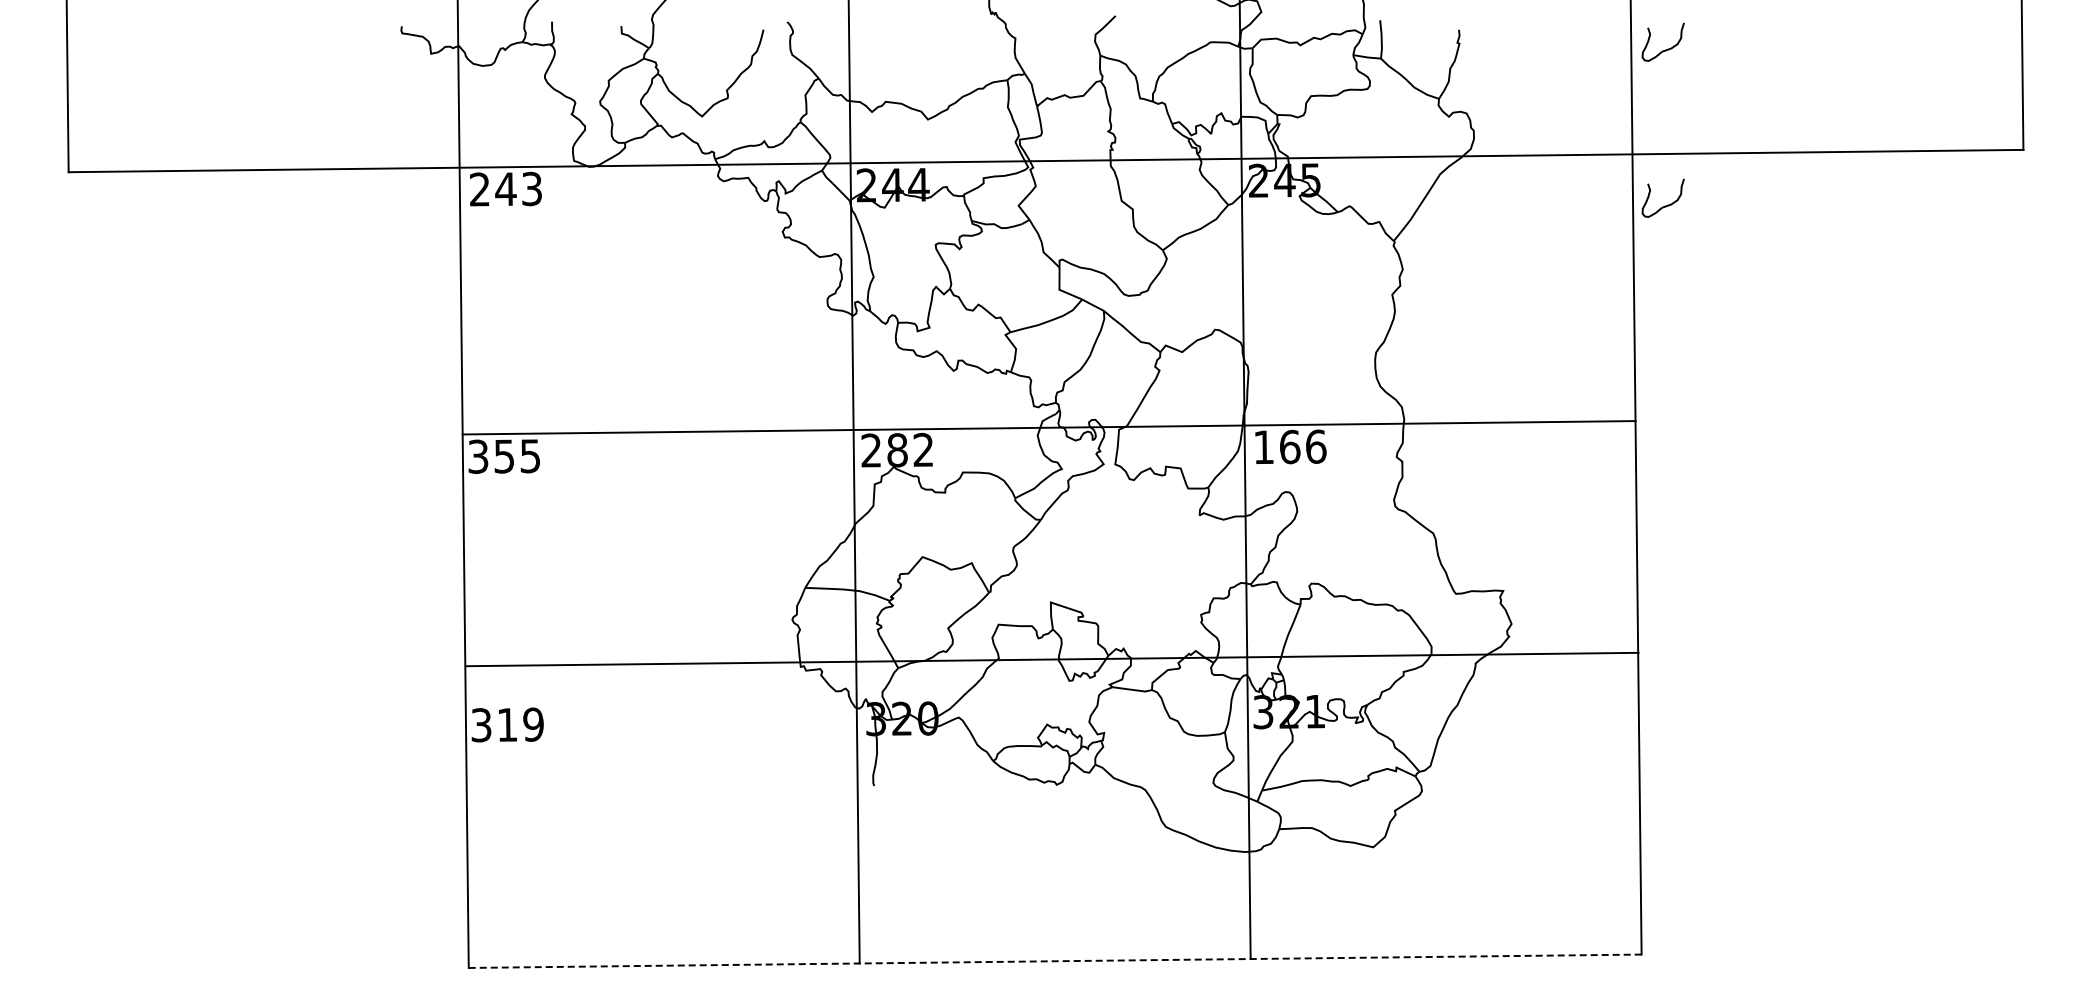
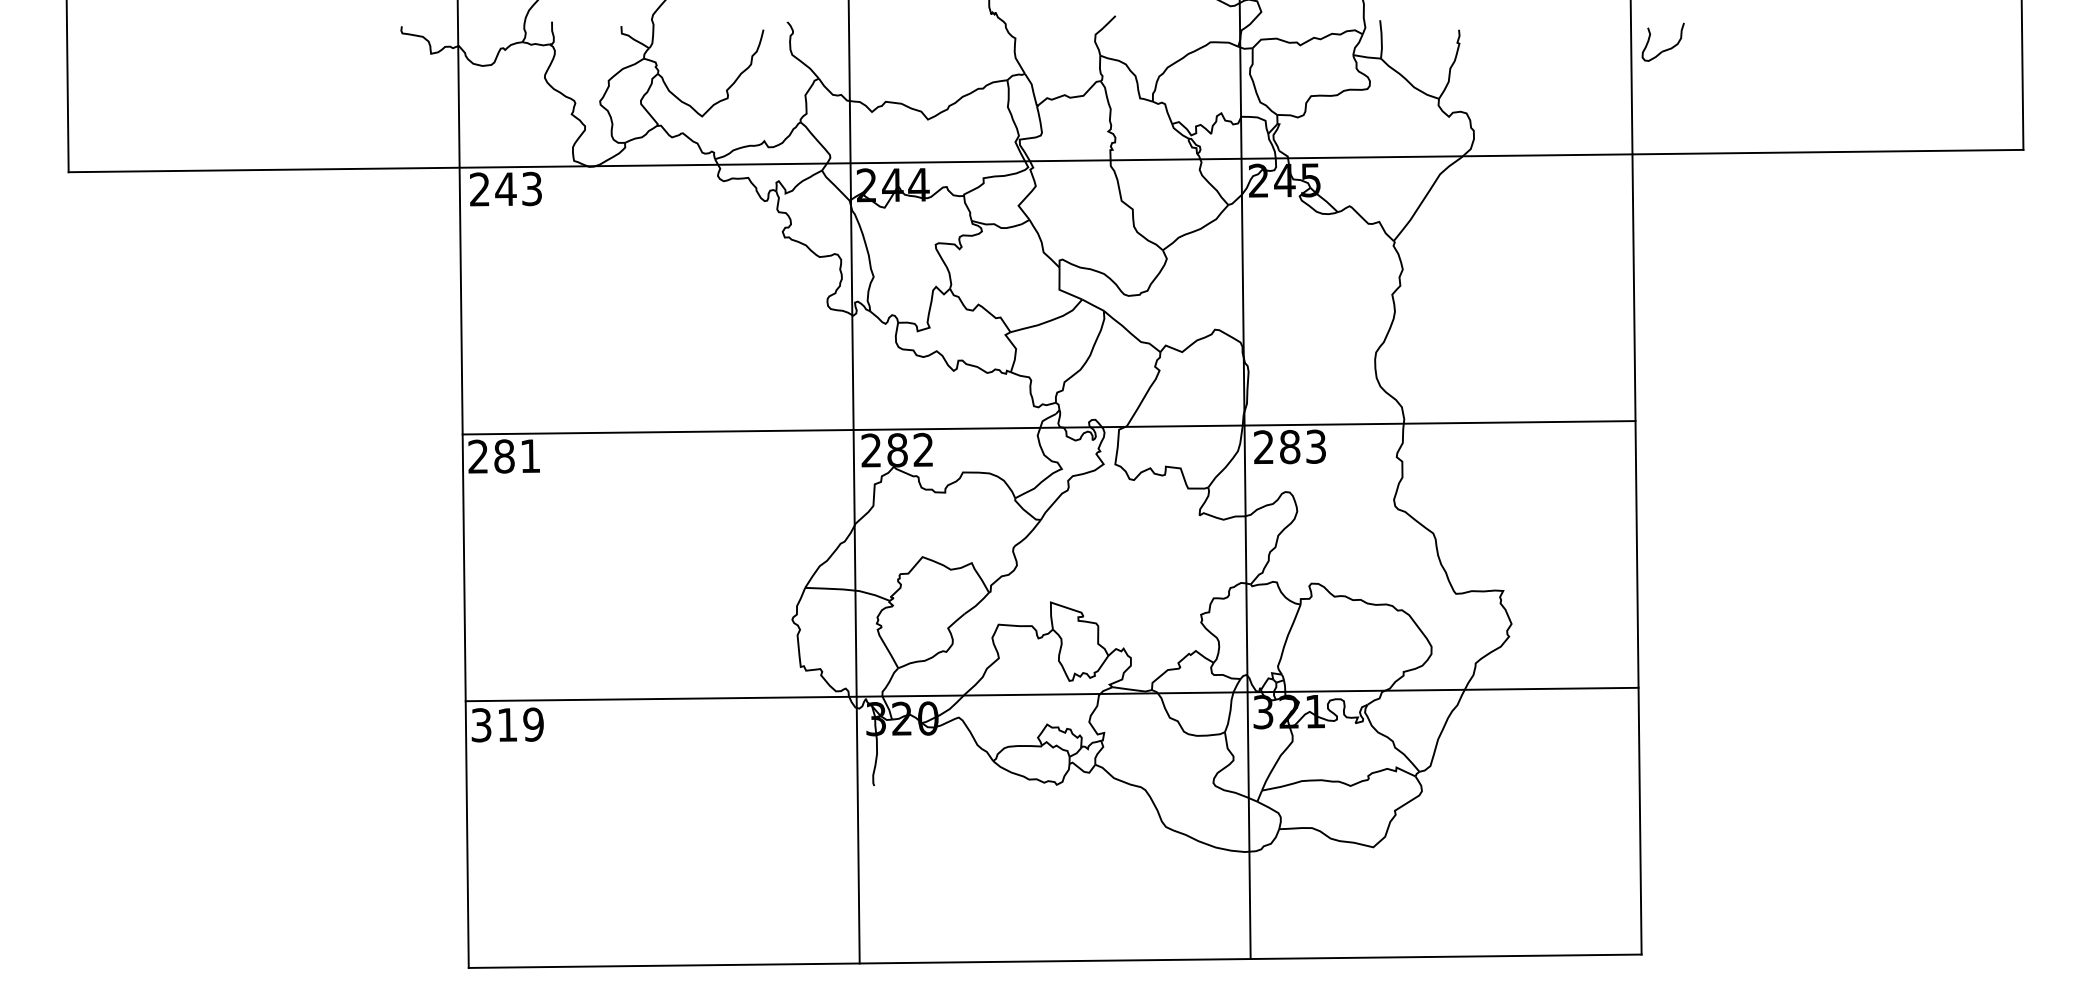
part at (1665, 205): present -> none
text at (1290, 446): 166 -> 283
text at (504, 456): 355 -> 281
line at (1051, 659) position: (1051, 659) -> (1051, 694)
line at (1055, 961): dashed -> solid
